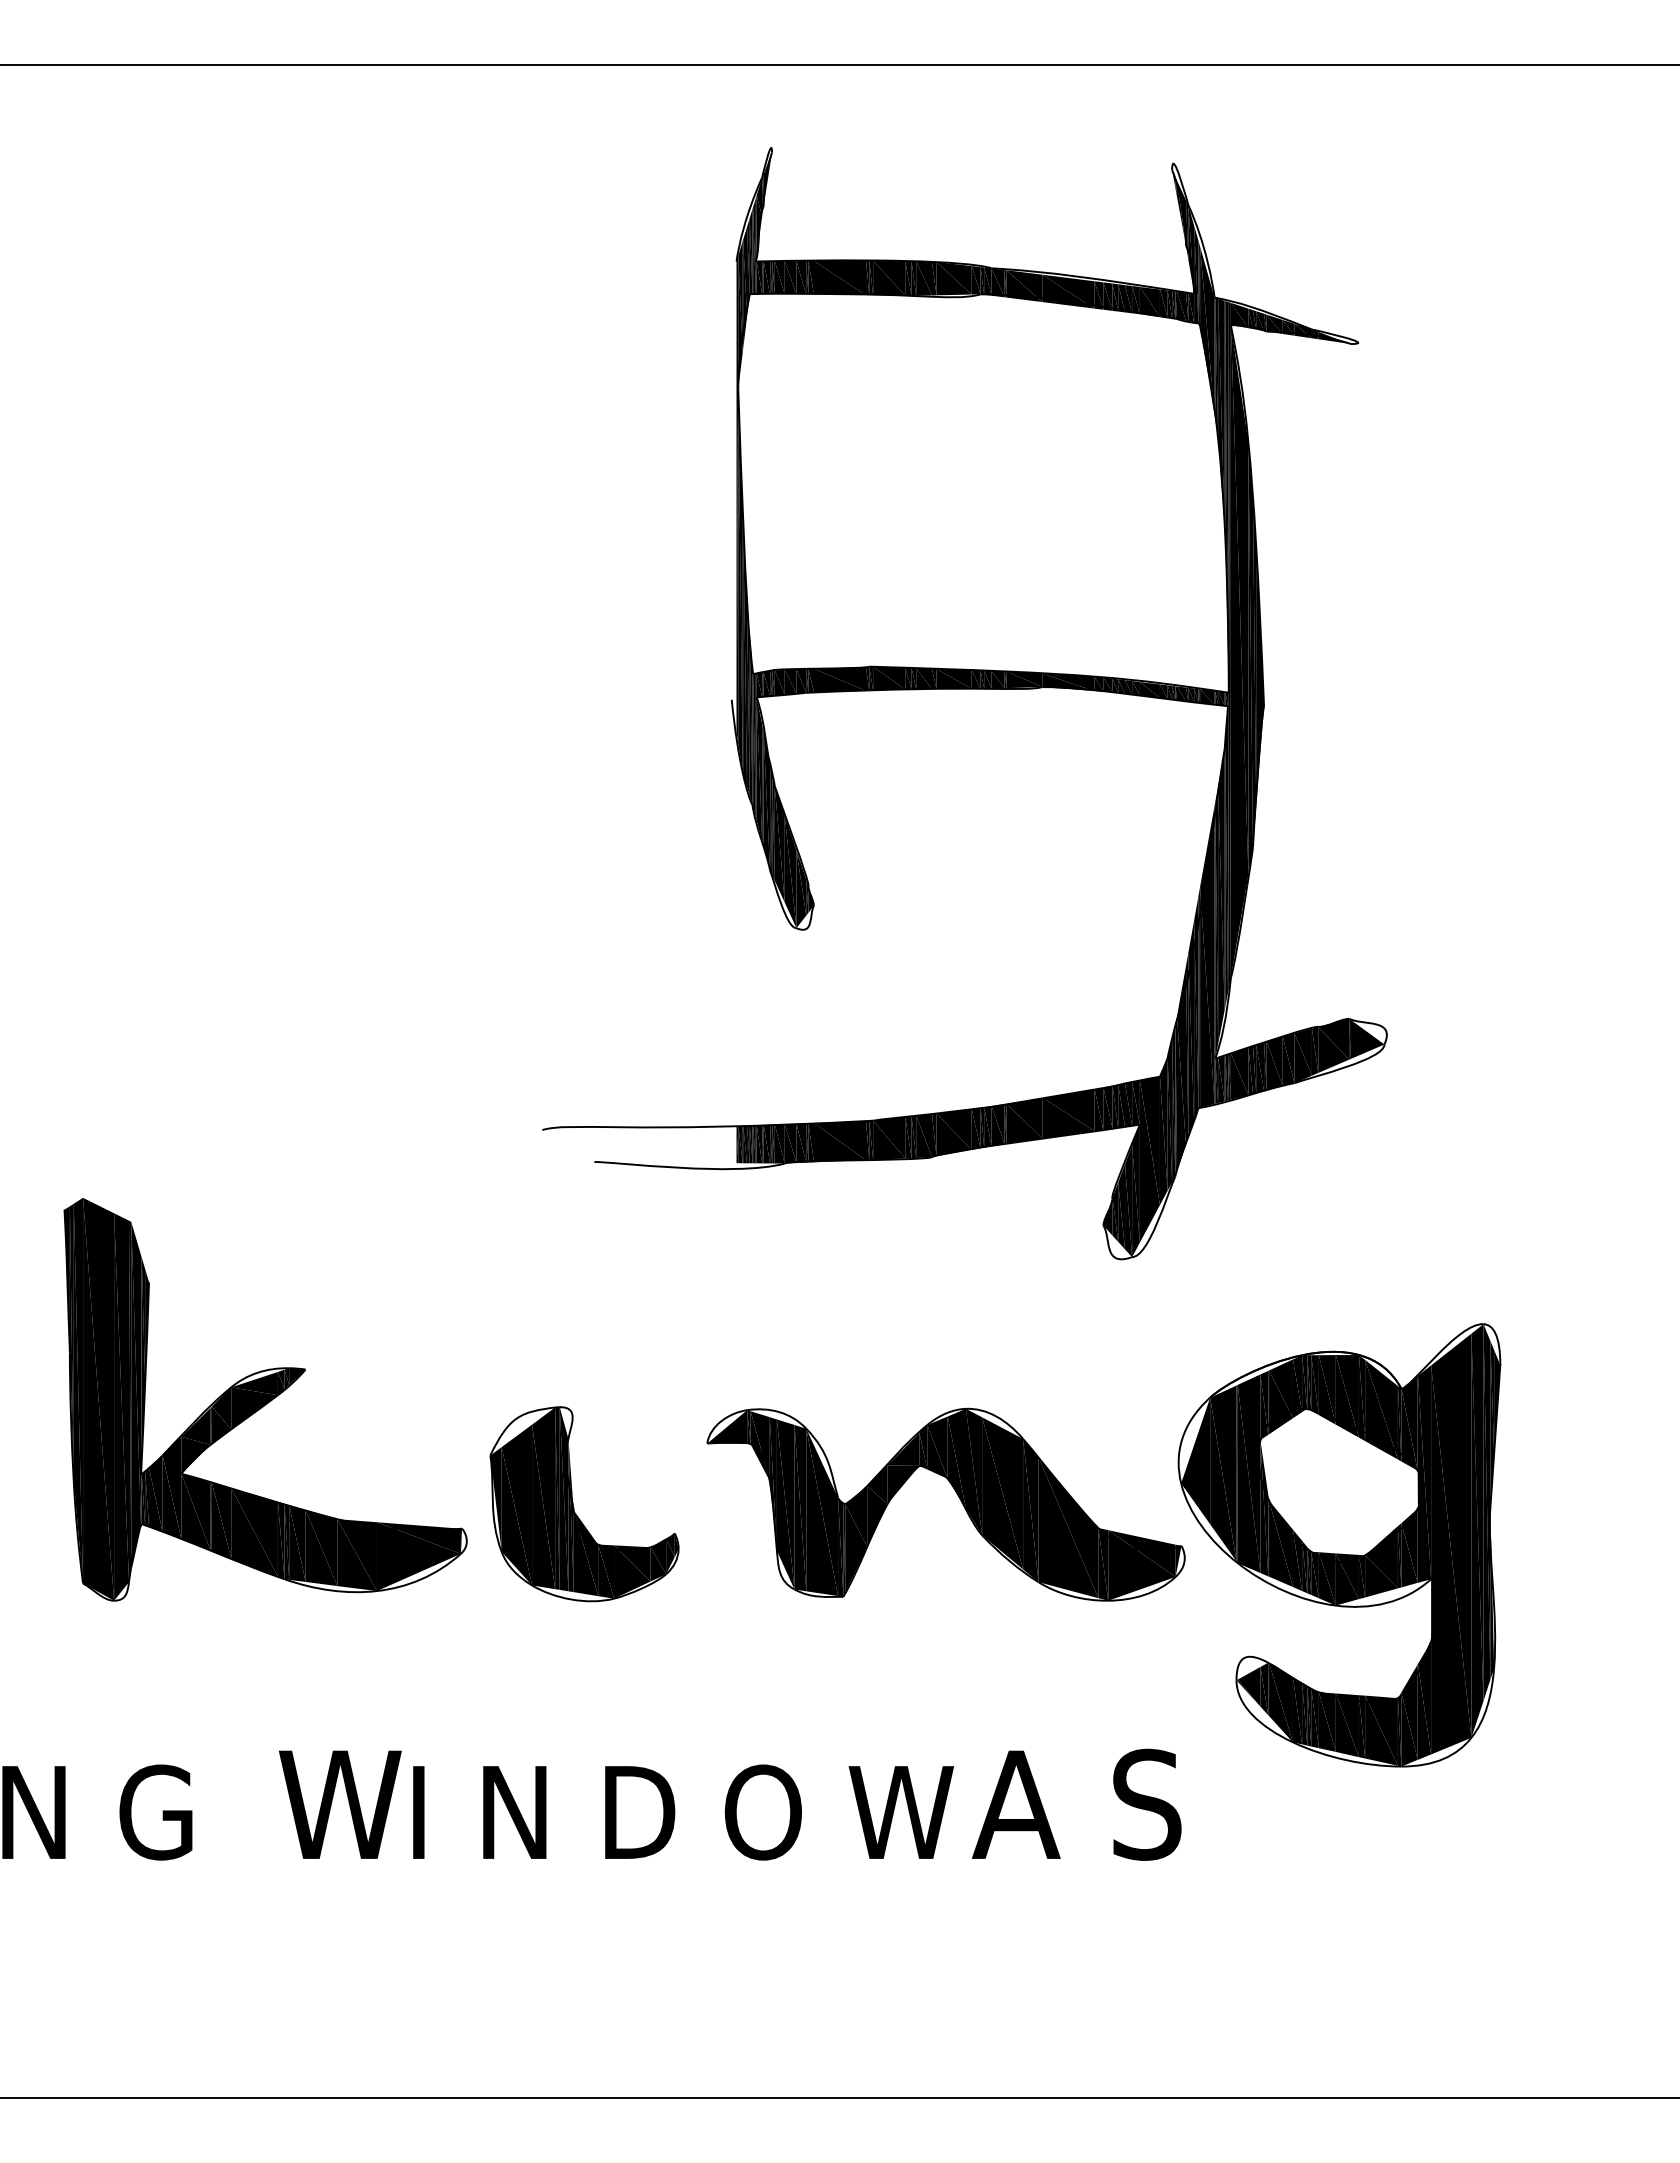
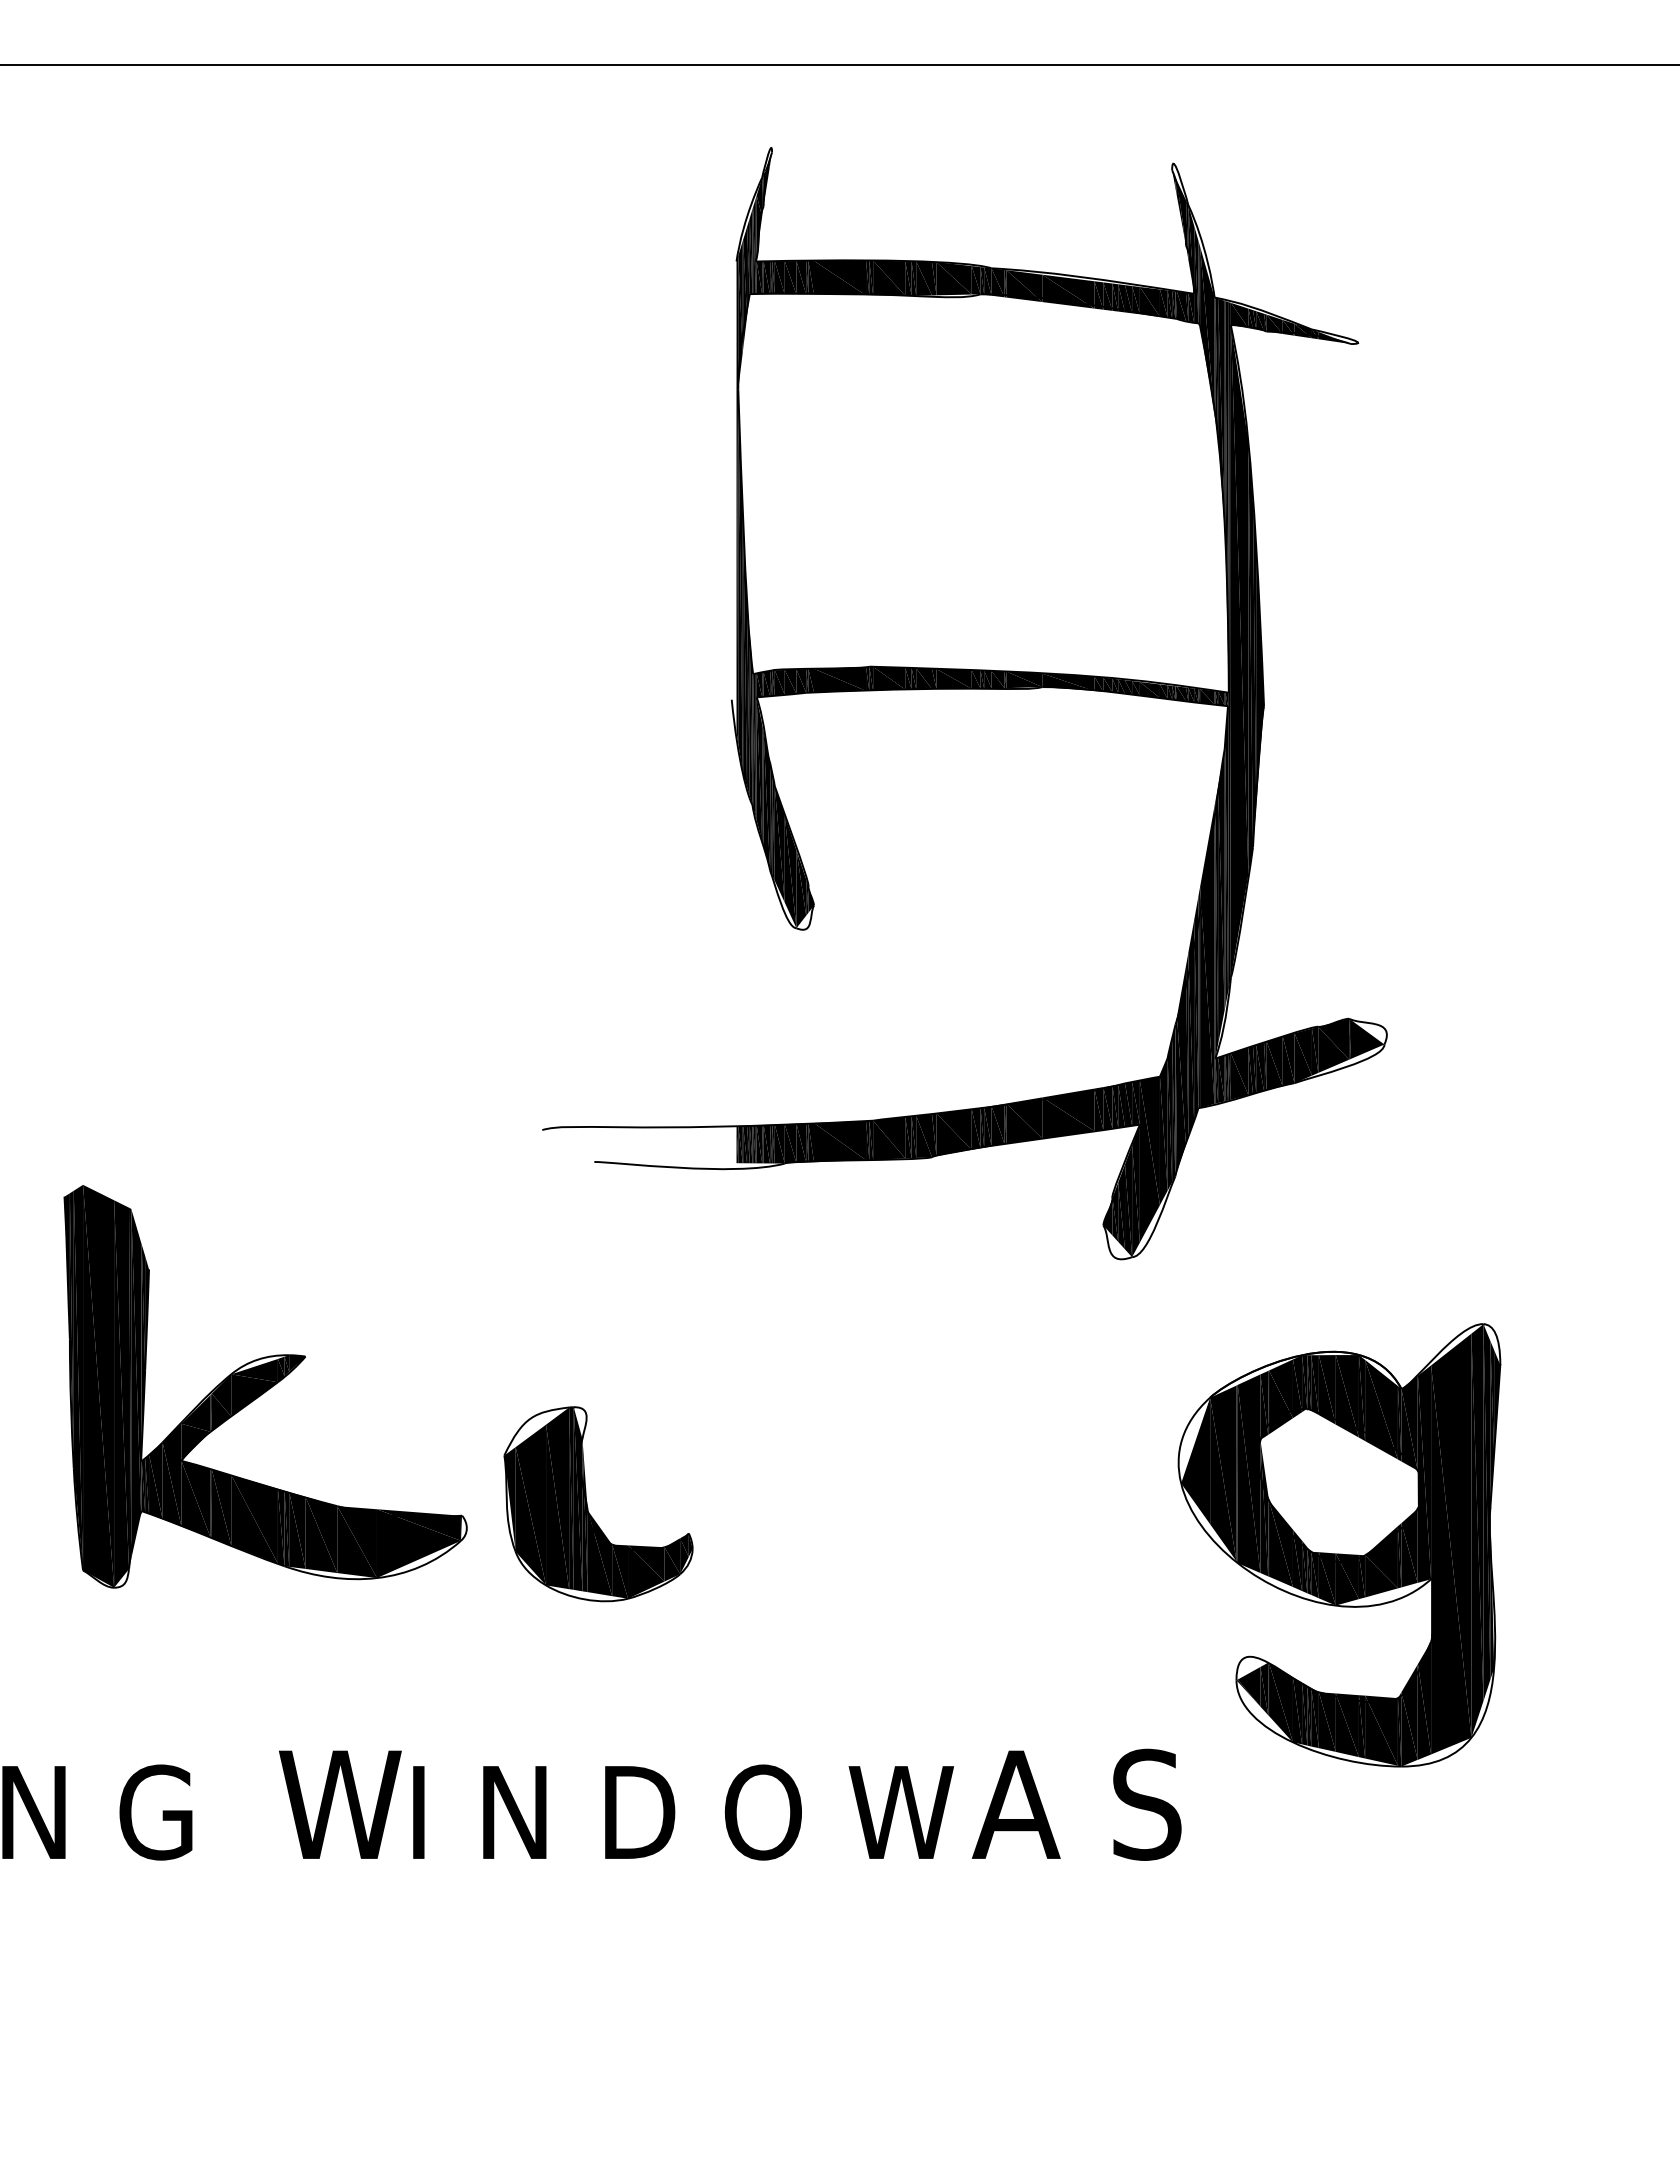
part at (265, 1399) position: (265, 1399) -> (265, 1386)
part at (958, 1497): present -> none
part at (574, 1507) position: (574, 1507) -> (588, 1507)
line at (839, 2098): present -> none
